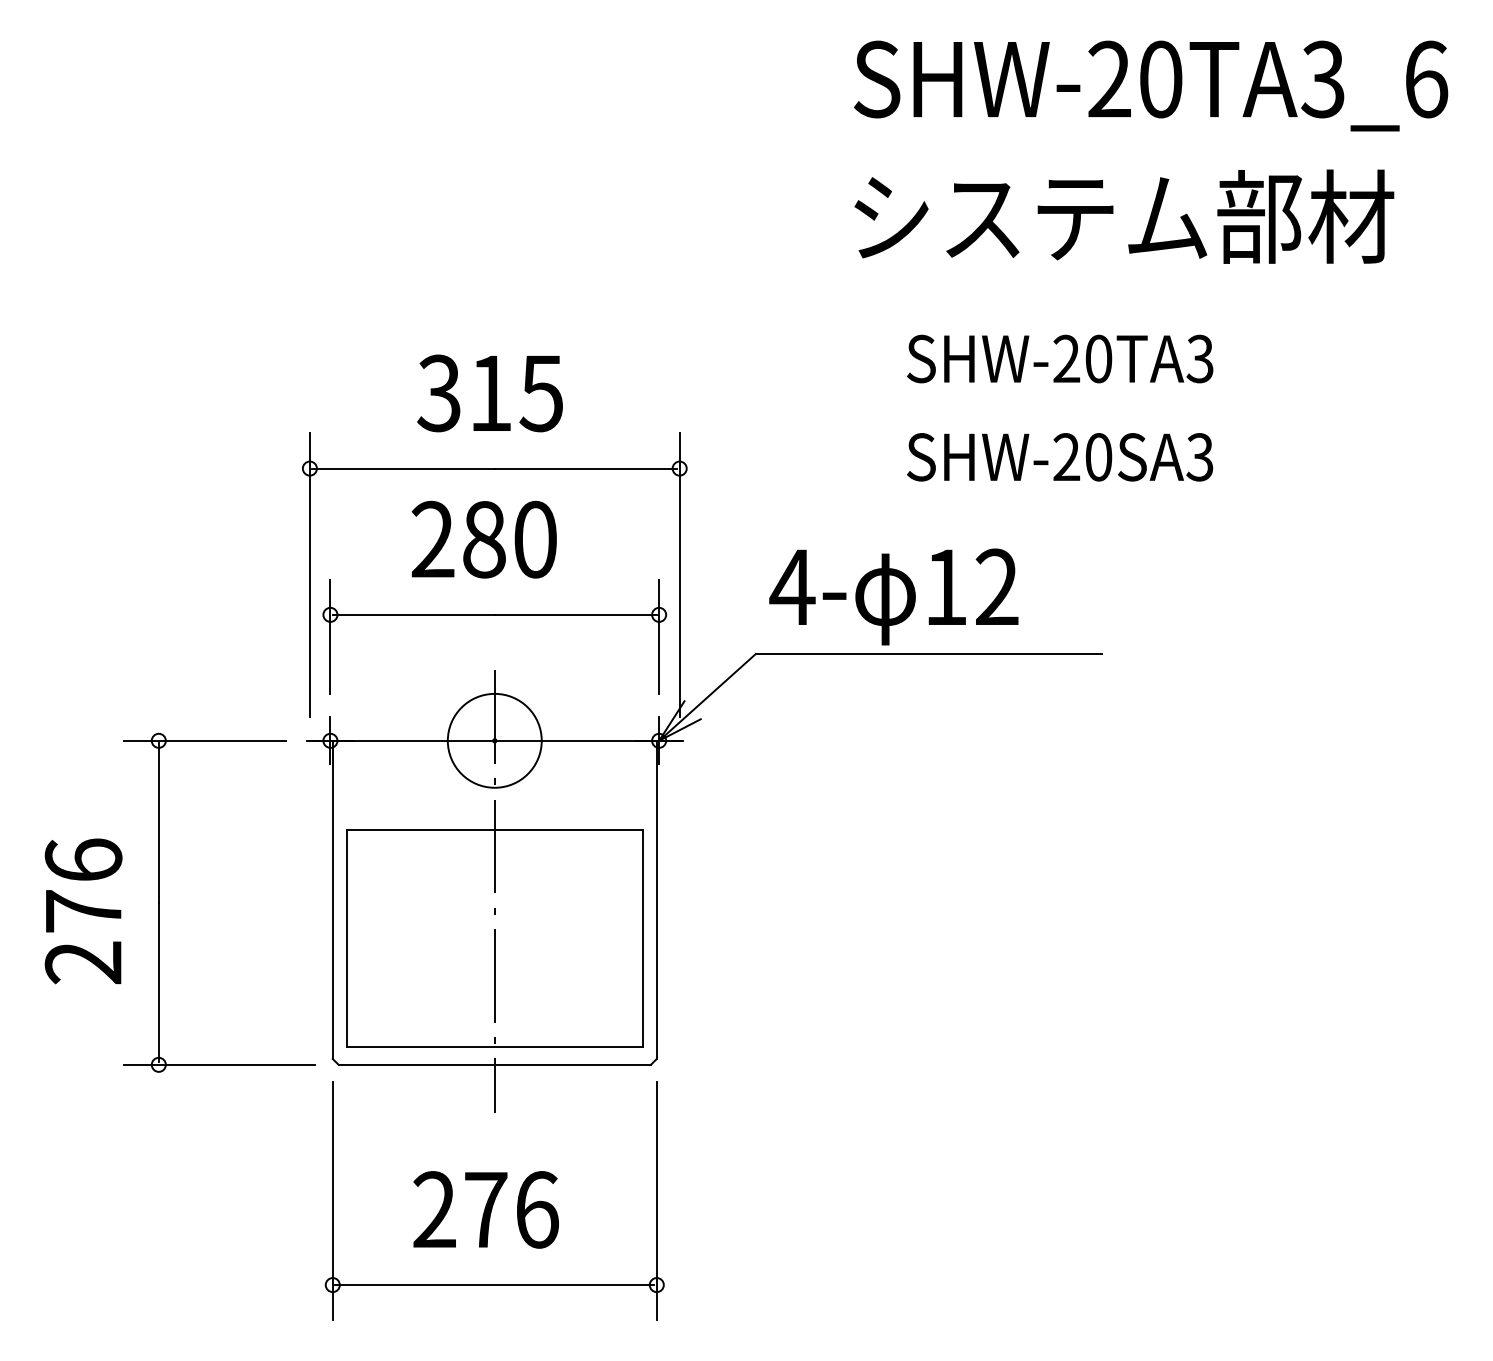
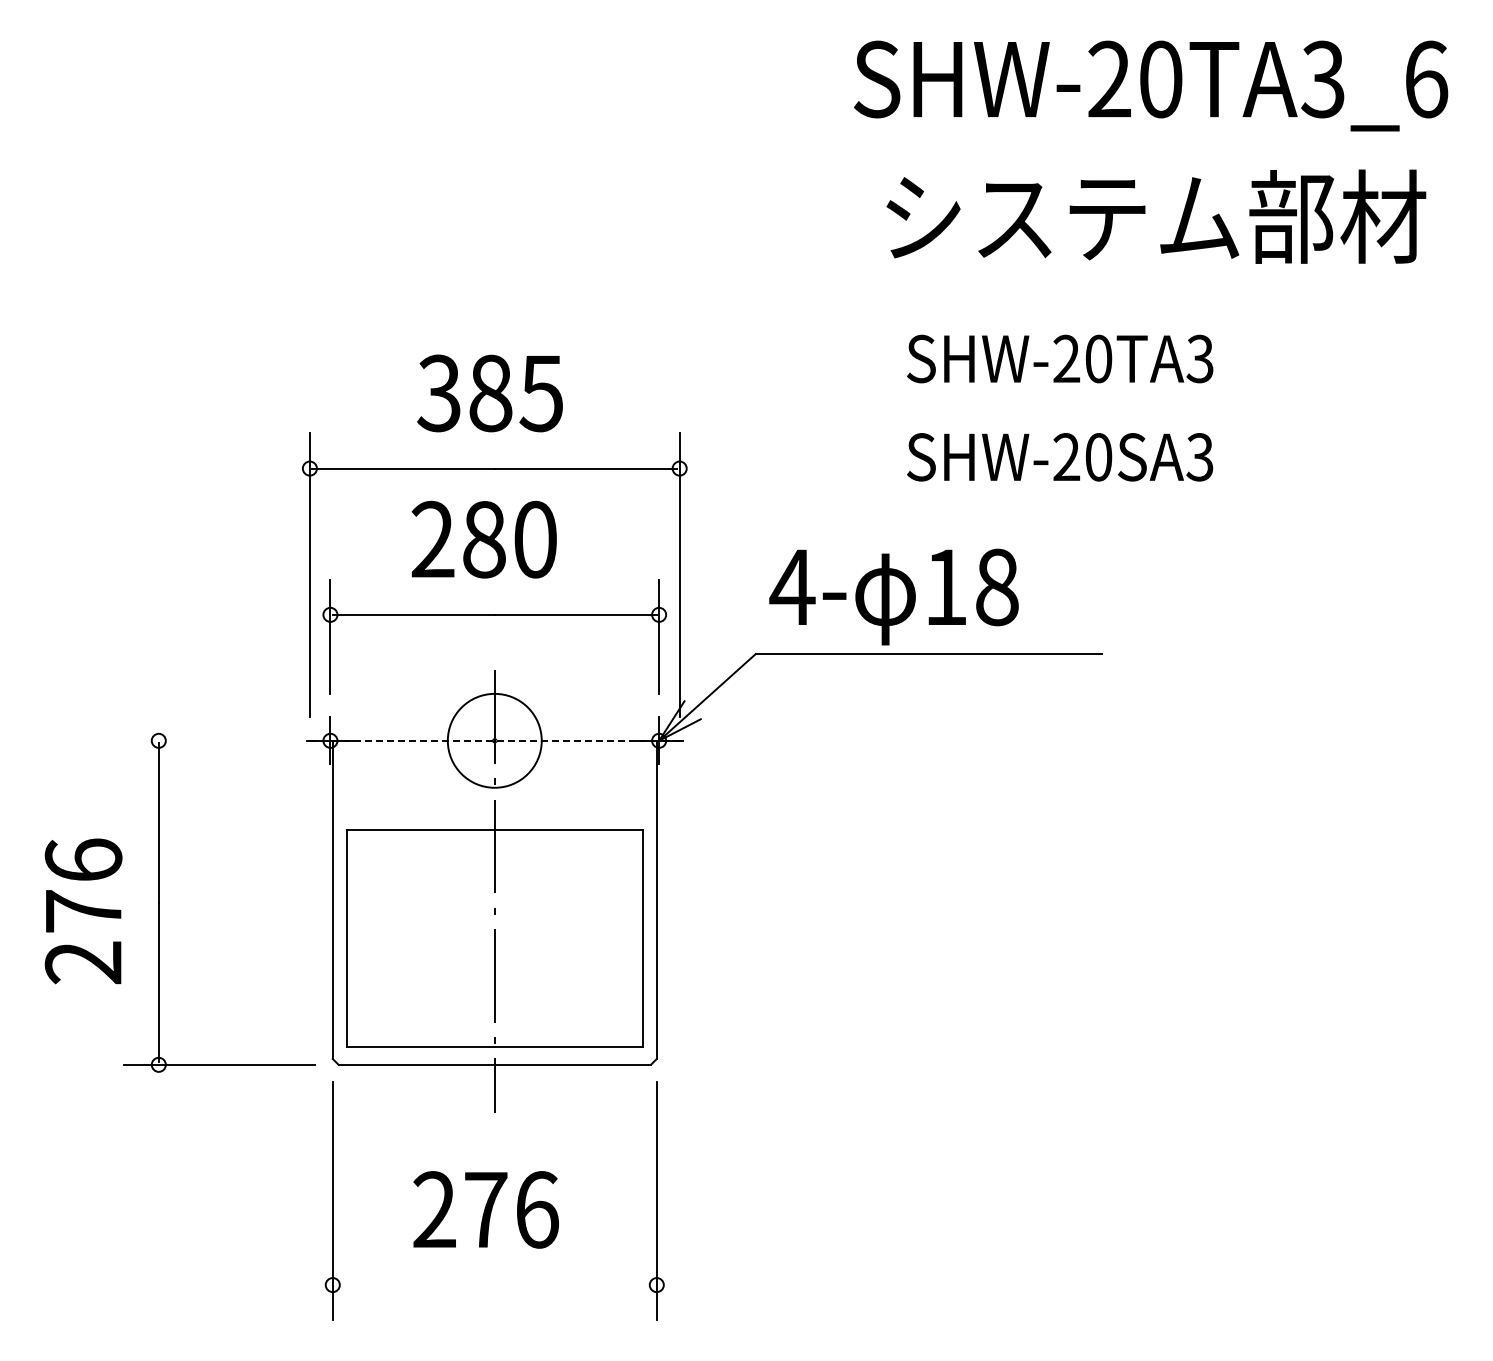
text at (1124, 216) position: (1124, 216) -> (1156, 216)
text at (490, 393): 315 -> 385
text at (996, 587): 12 -> 18
line at (204, 740): present -> none
line at (494, 740): solid -> dashed
line at (494, 1285): present -> none
